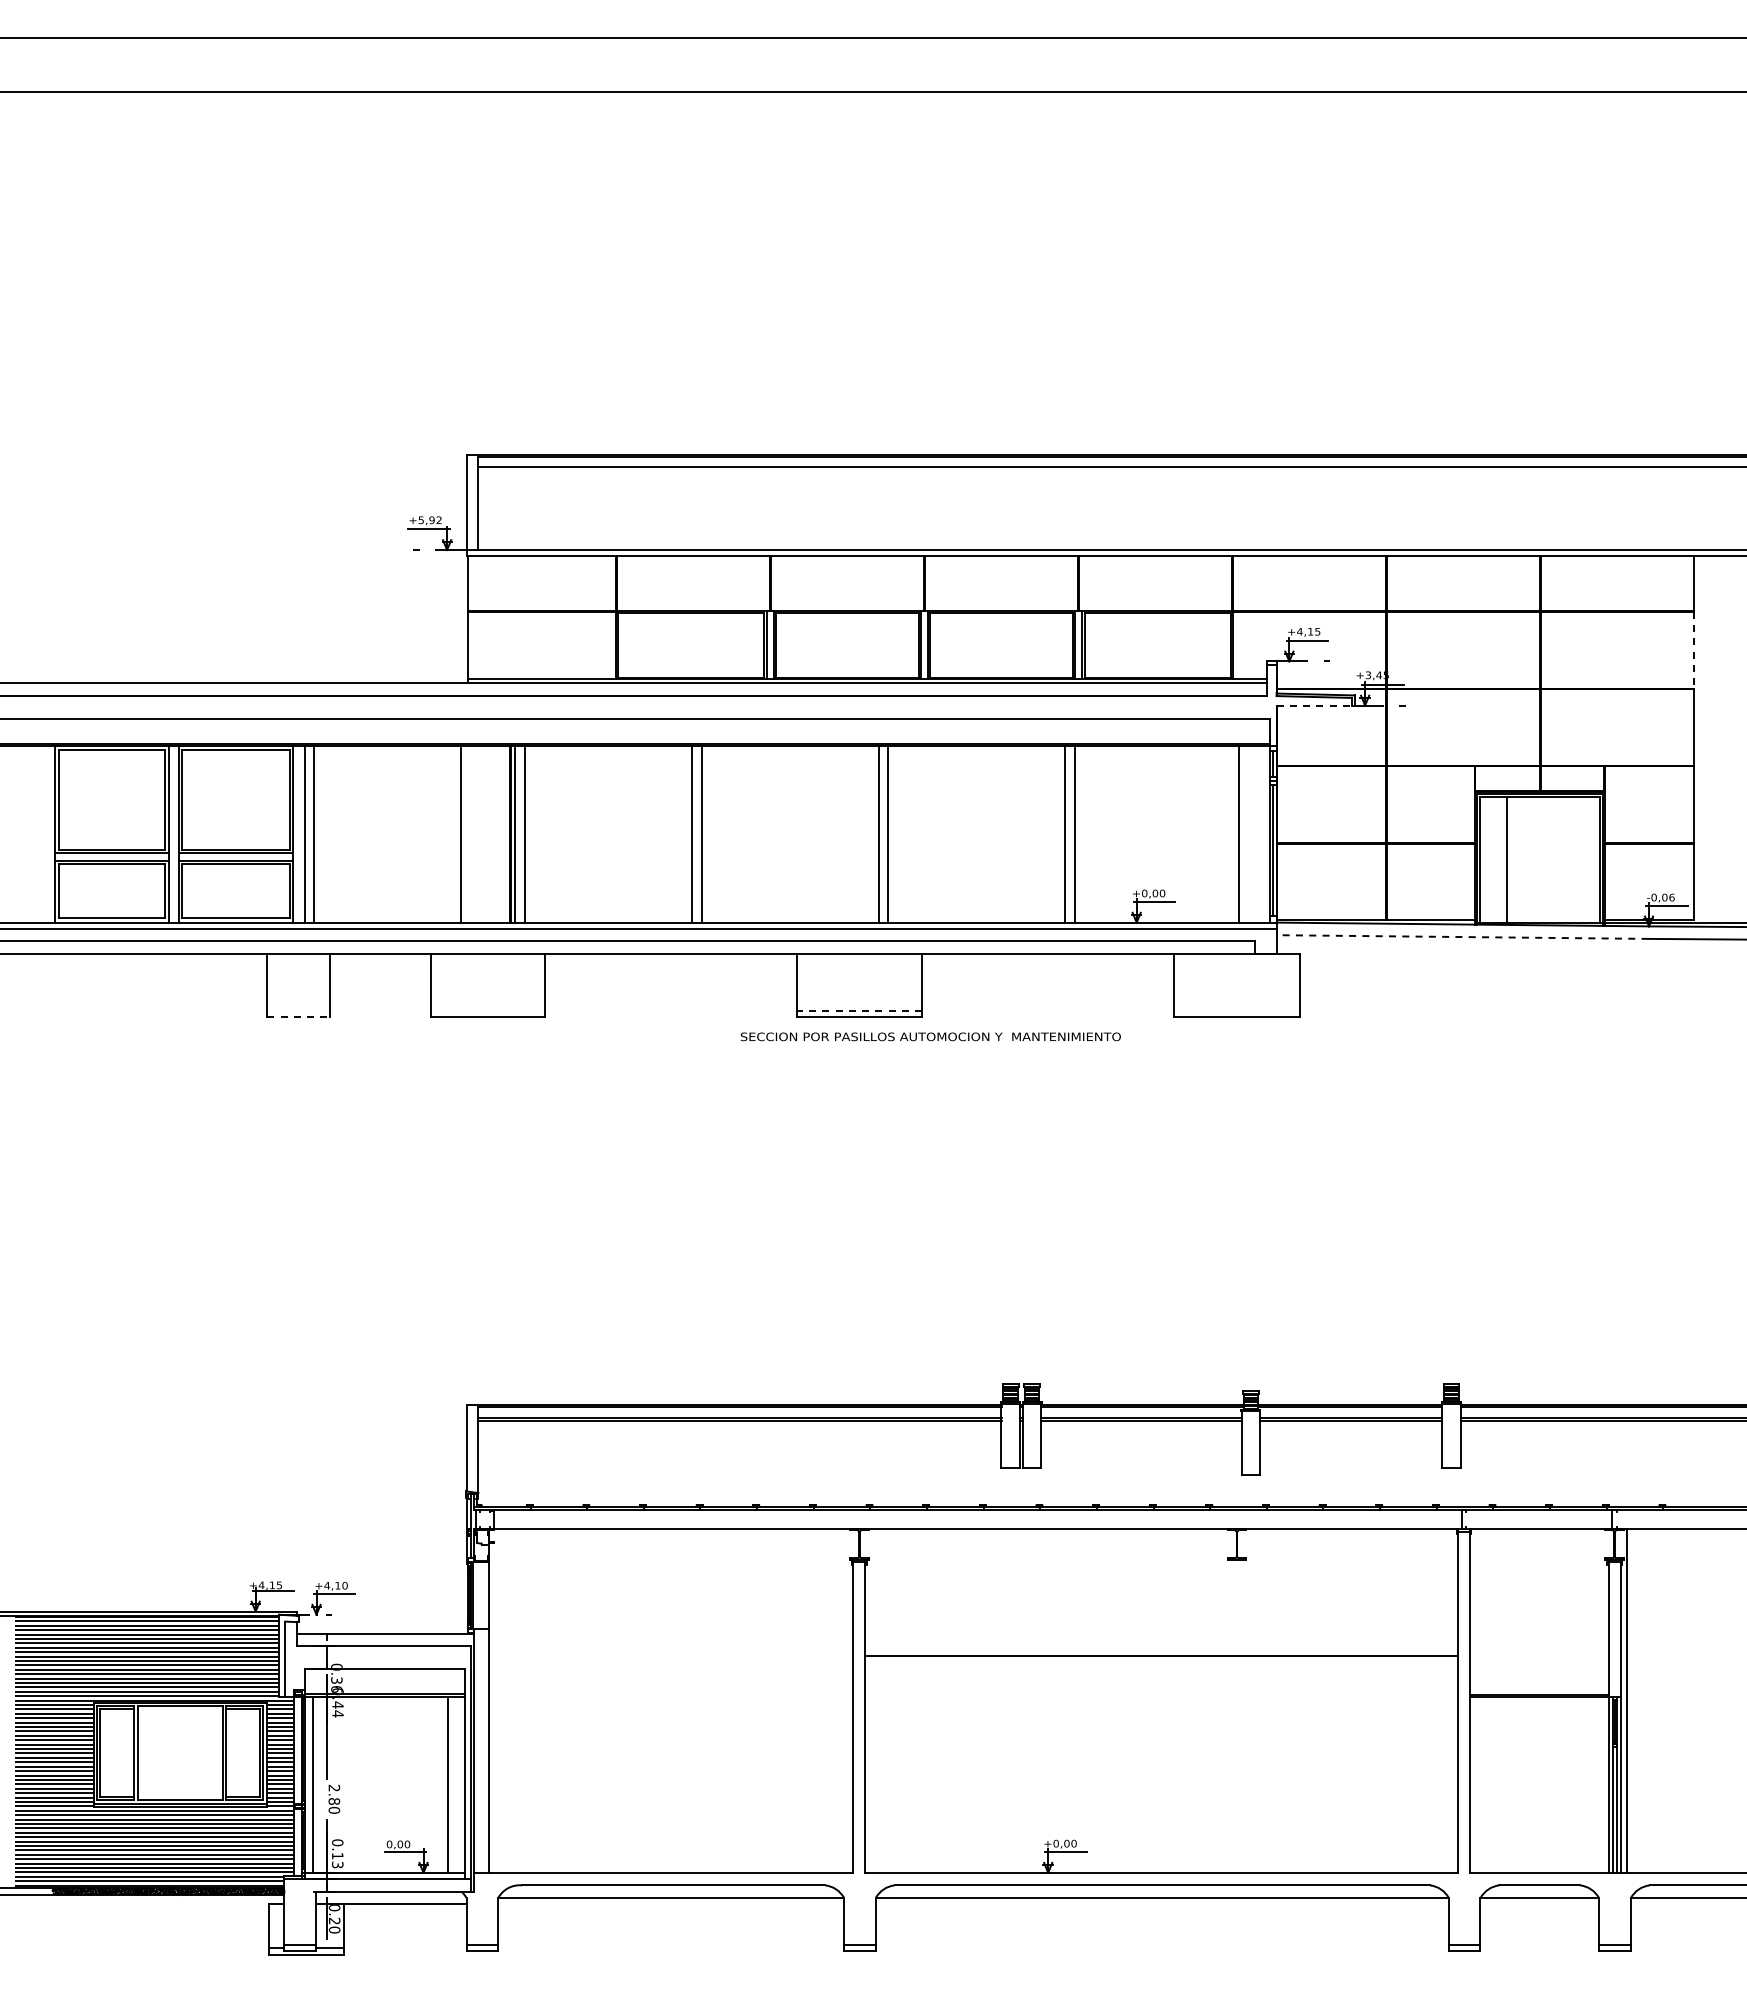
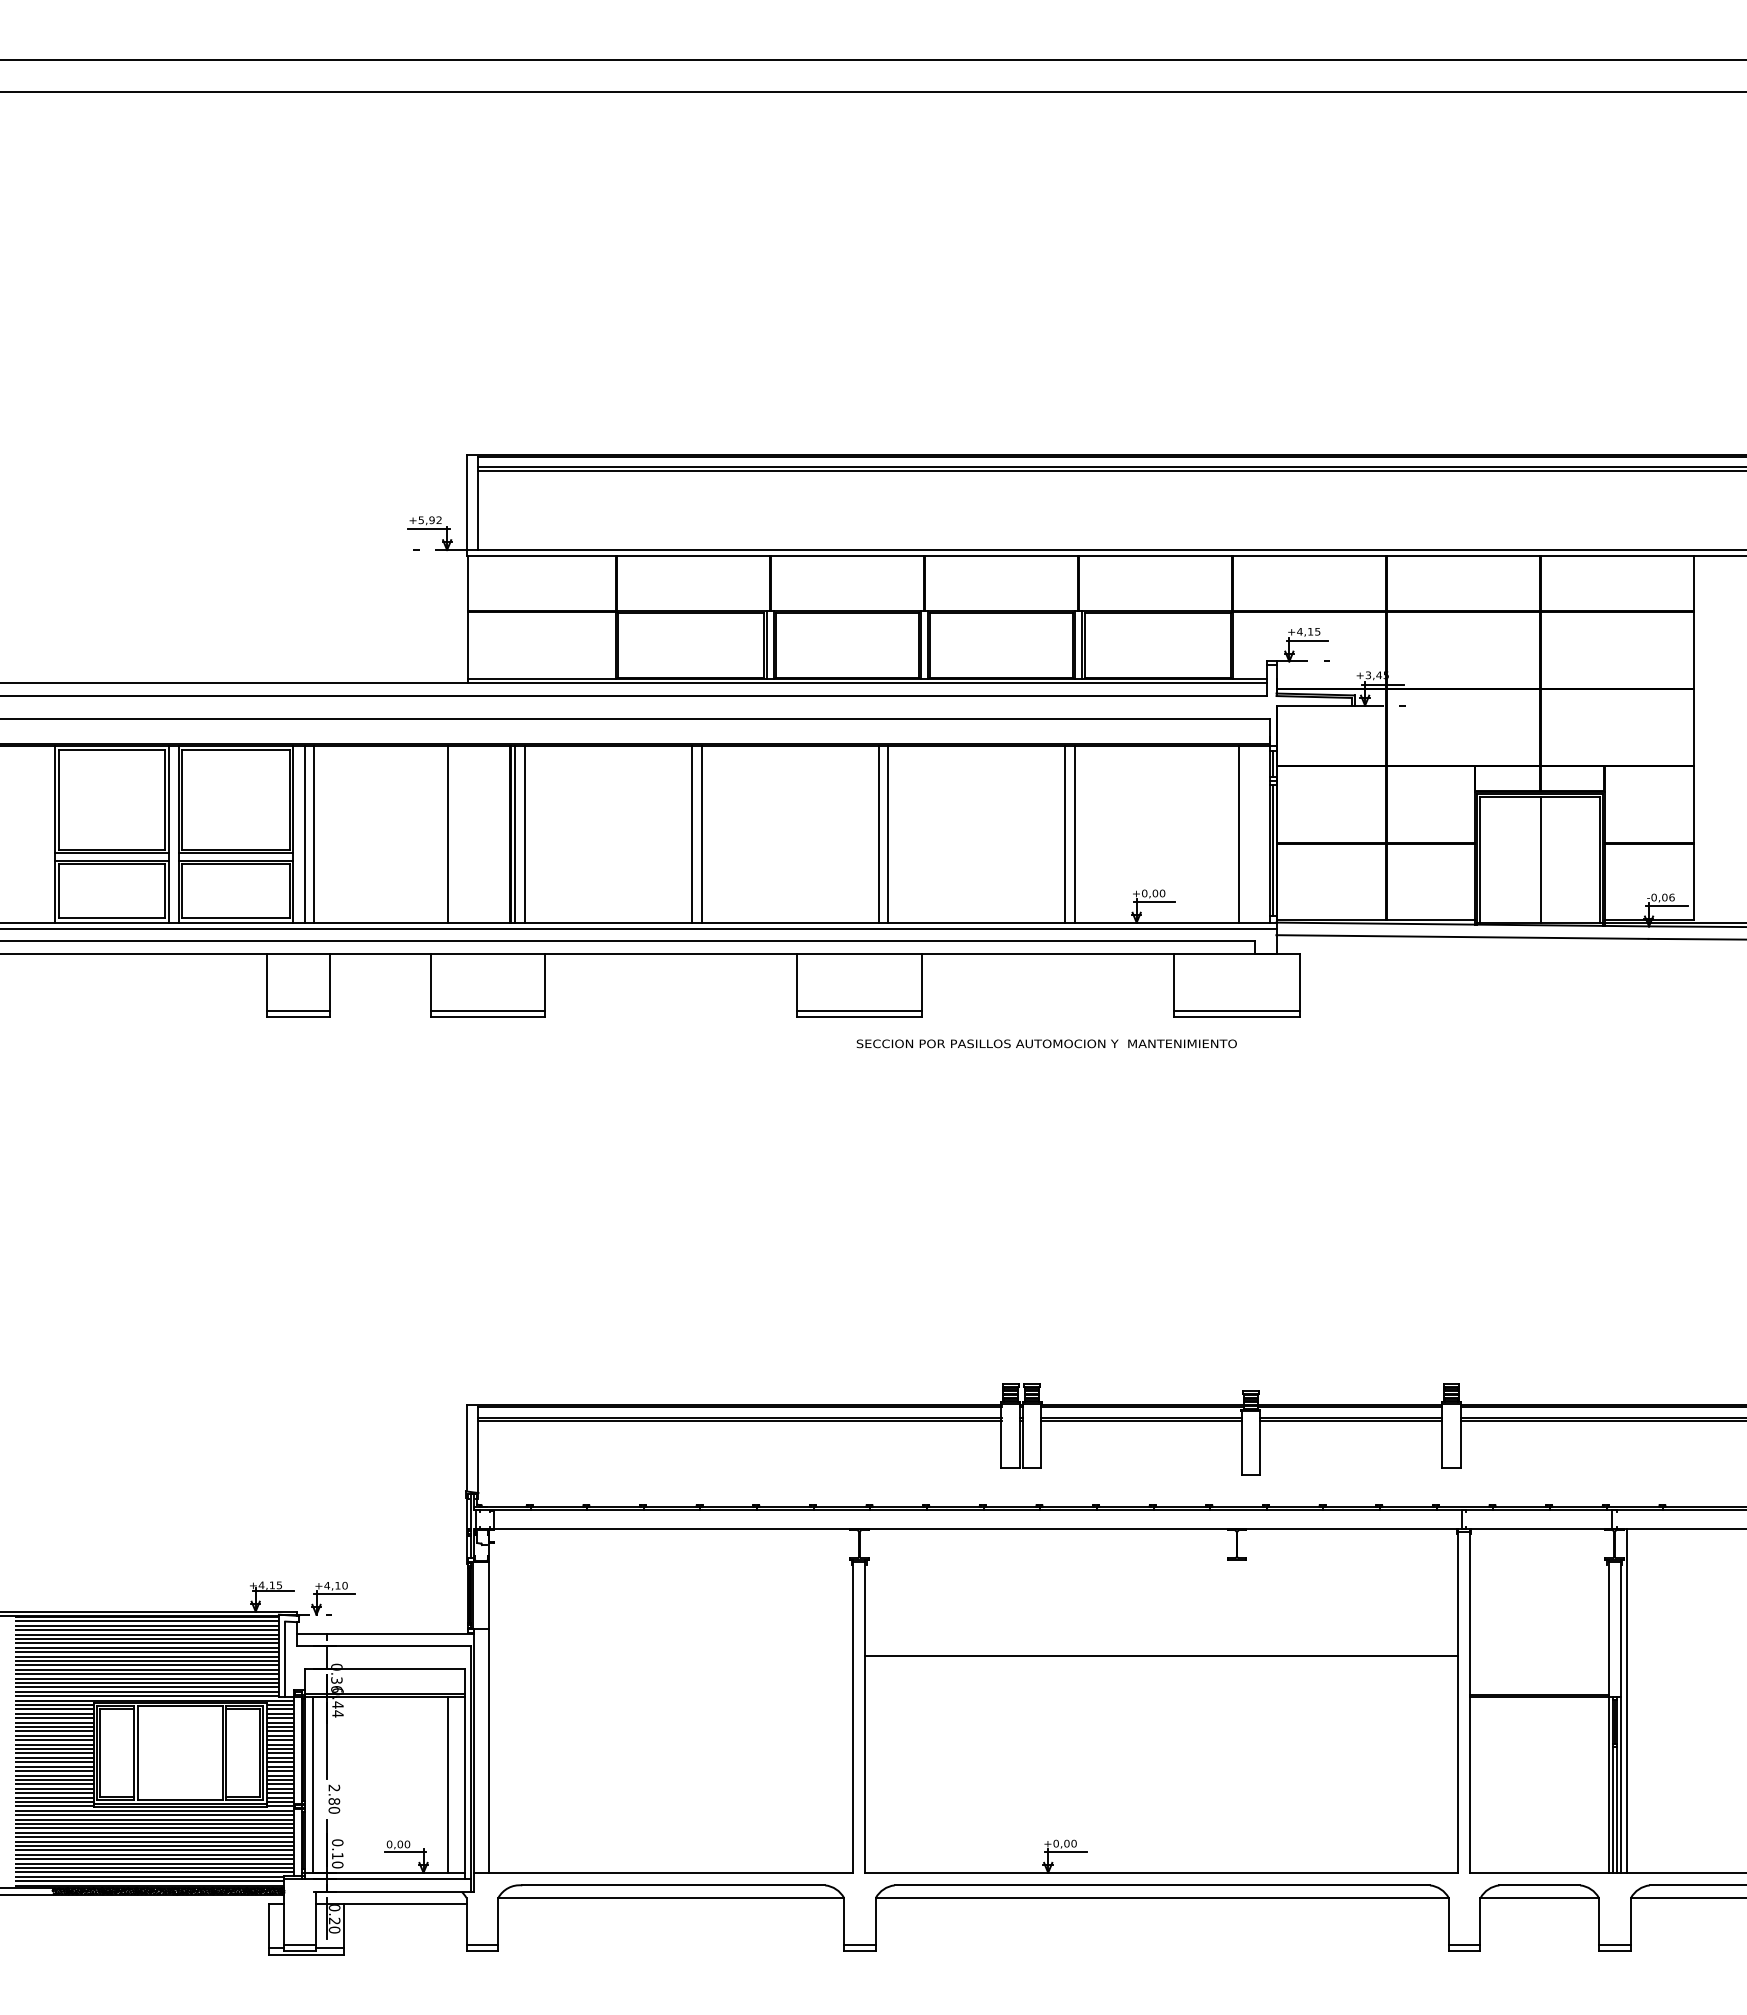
line at (872, 38) position: (872, 38) -> (872, 60)
line at (1110, 470): none -> present
line at (1694, 650): dashed -> solid
line at (1314, 705): dashed -> solid
line at (461, 834) position: (461, 834) -> (448, 834)
line at (1506, 859) position: (1506, 859) -> (1540, 859)
line at (1461, 937): dashed -> solid
line at (298, 1010): none -> present
line at (487, 1010): none -> present
line at (859, 1010): dashed -> solid
line at (1236, 1010): none -> present
line at (299, 1017): dashed -> solid
text at (930, 1036) position: (930, 1036) -> (1046, 1043)
text at (337, 1864): 0.13 -> 0.10
